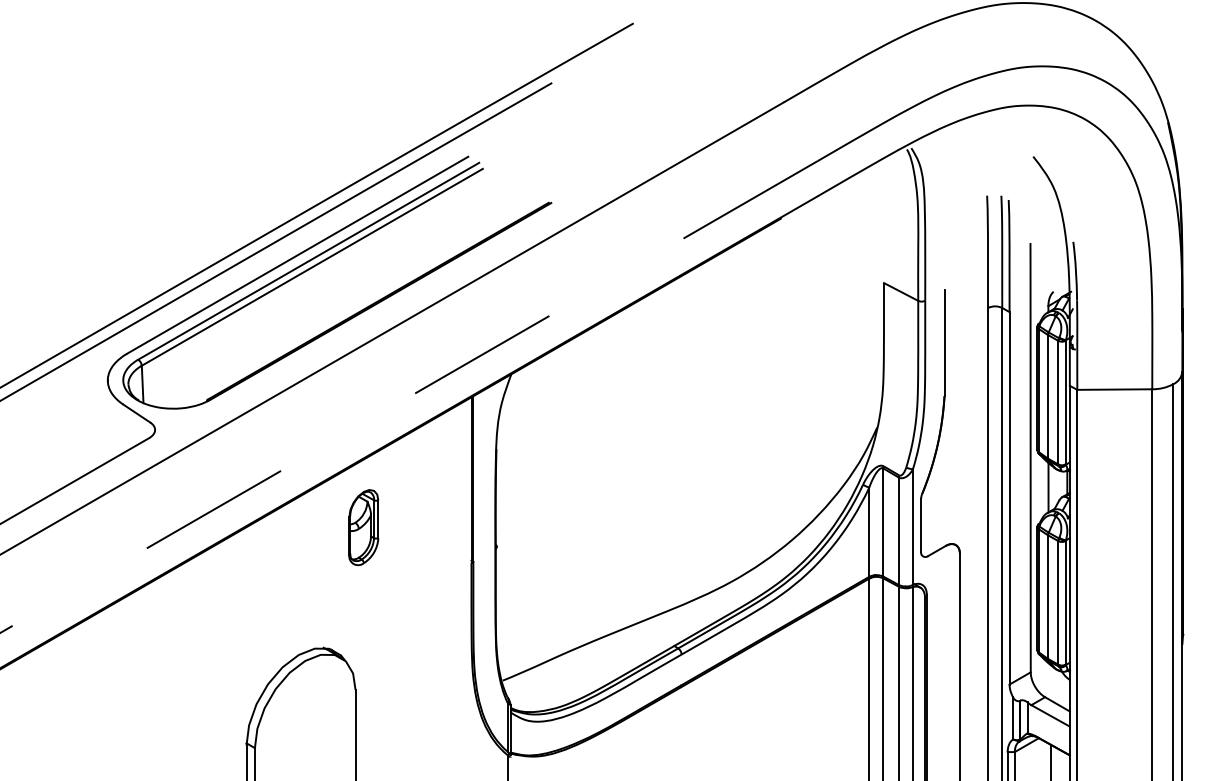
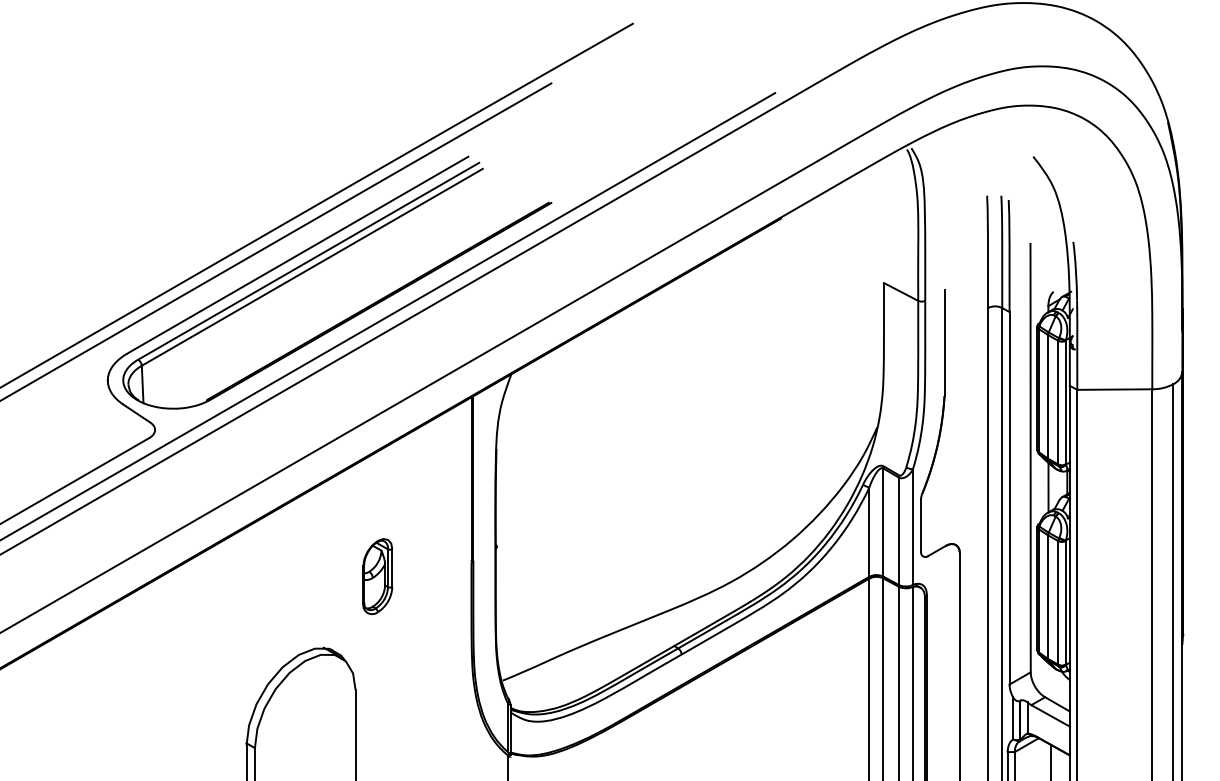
line at (388, 316): none -> present
line at (409, 397): dashed -> solid
part at (363, 527) position: (363, 527) -> (377, 576)
